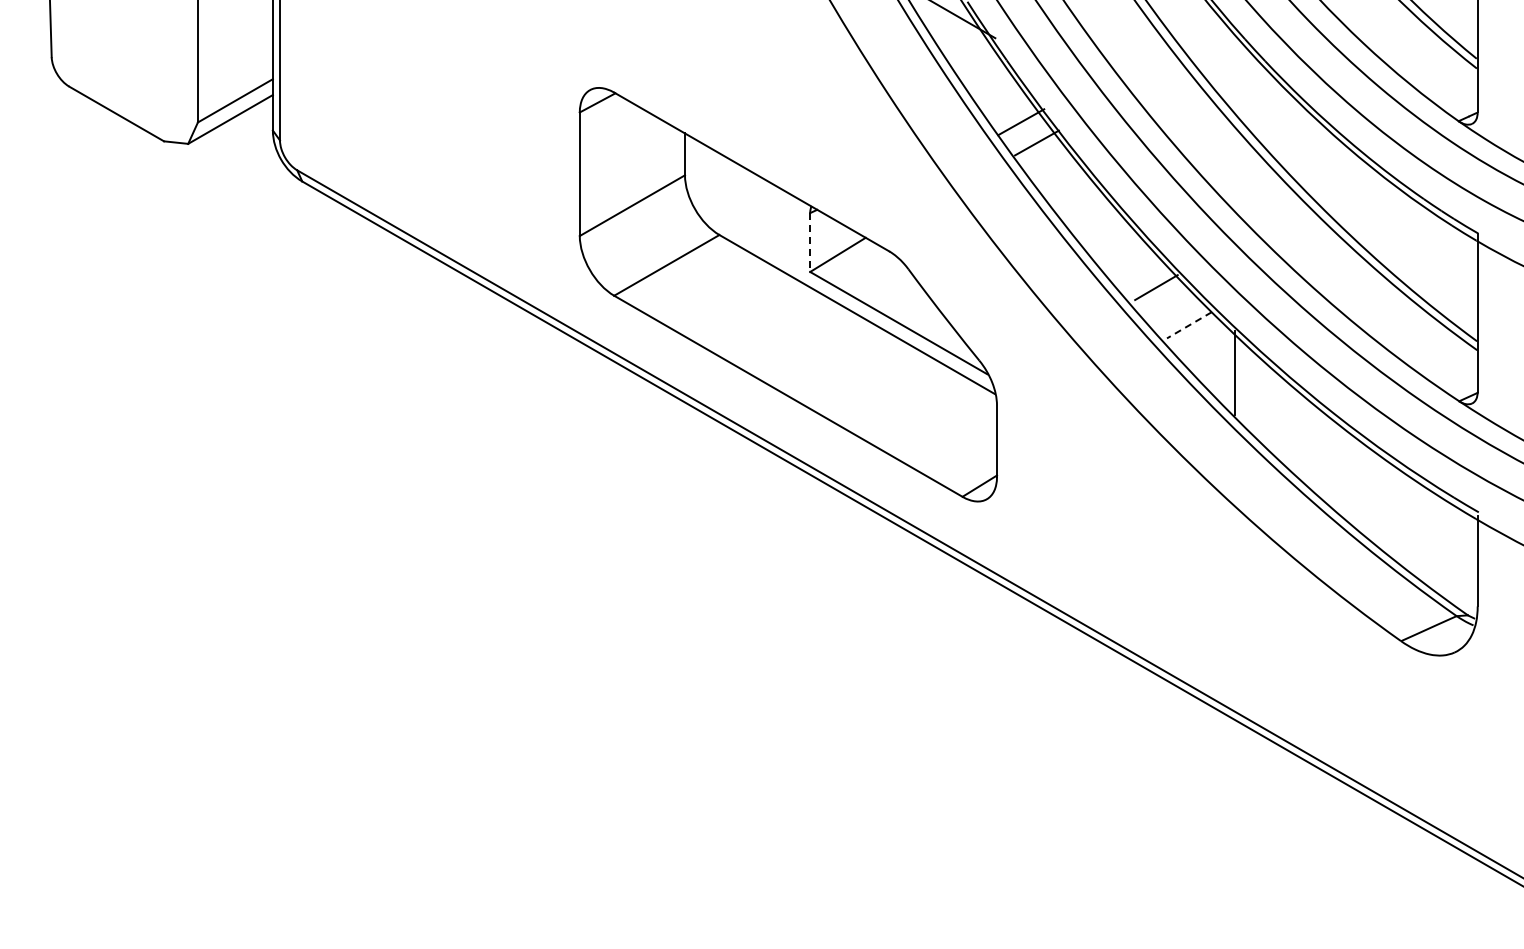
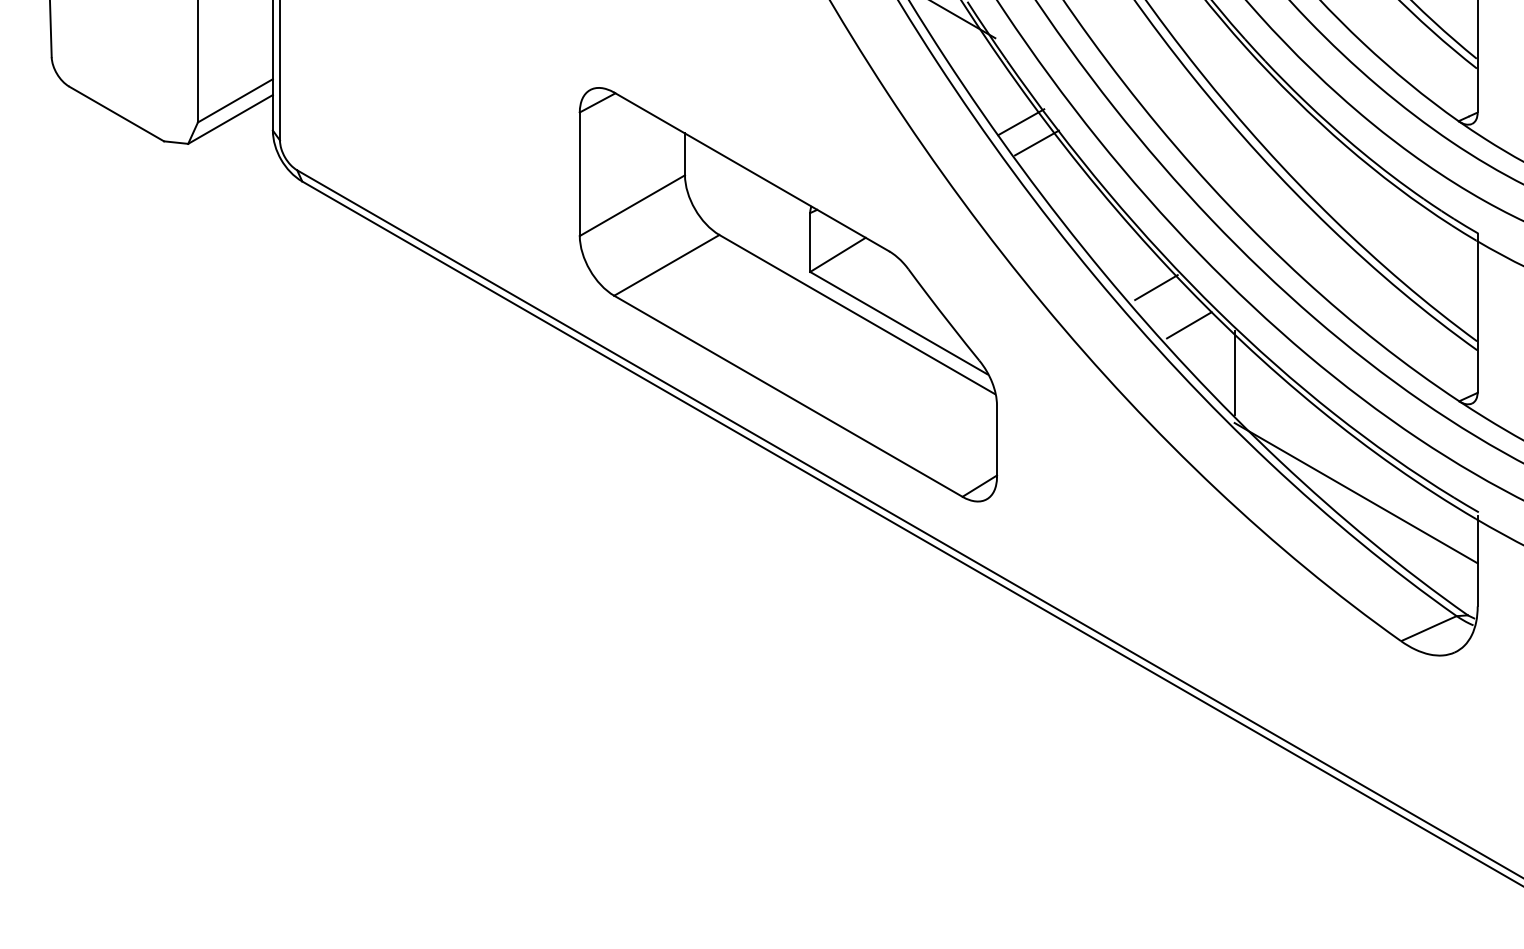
line at (810, 243): dashed -> solid
line at (1189, 325): dashed -> solid
line at (1355, 493): none -> present
